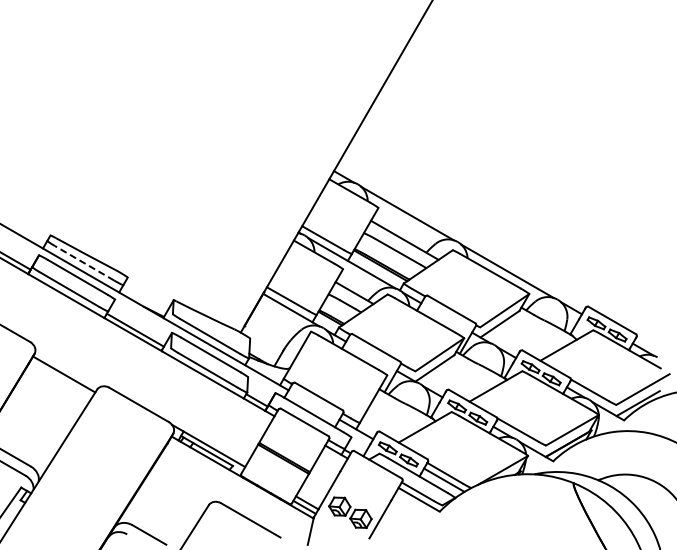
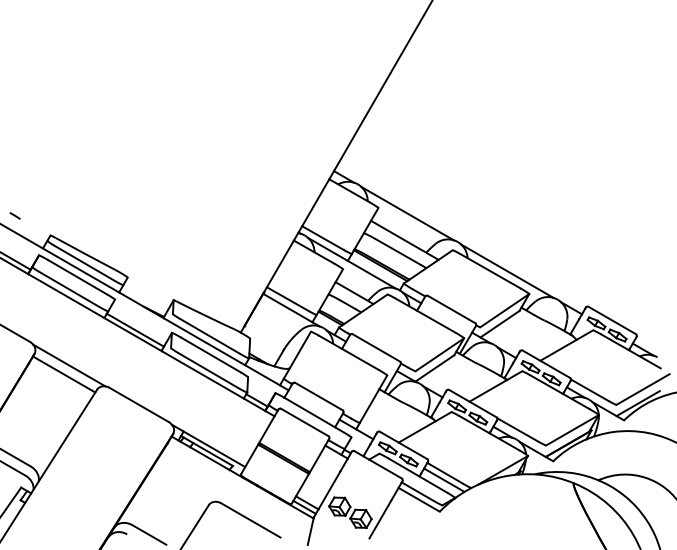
curve at (14, 215): none -> present
line at (84, 263): dashed -> solid
line at (69, 365): none -> present
